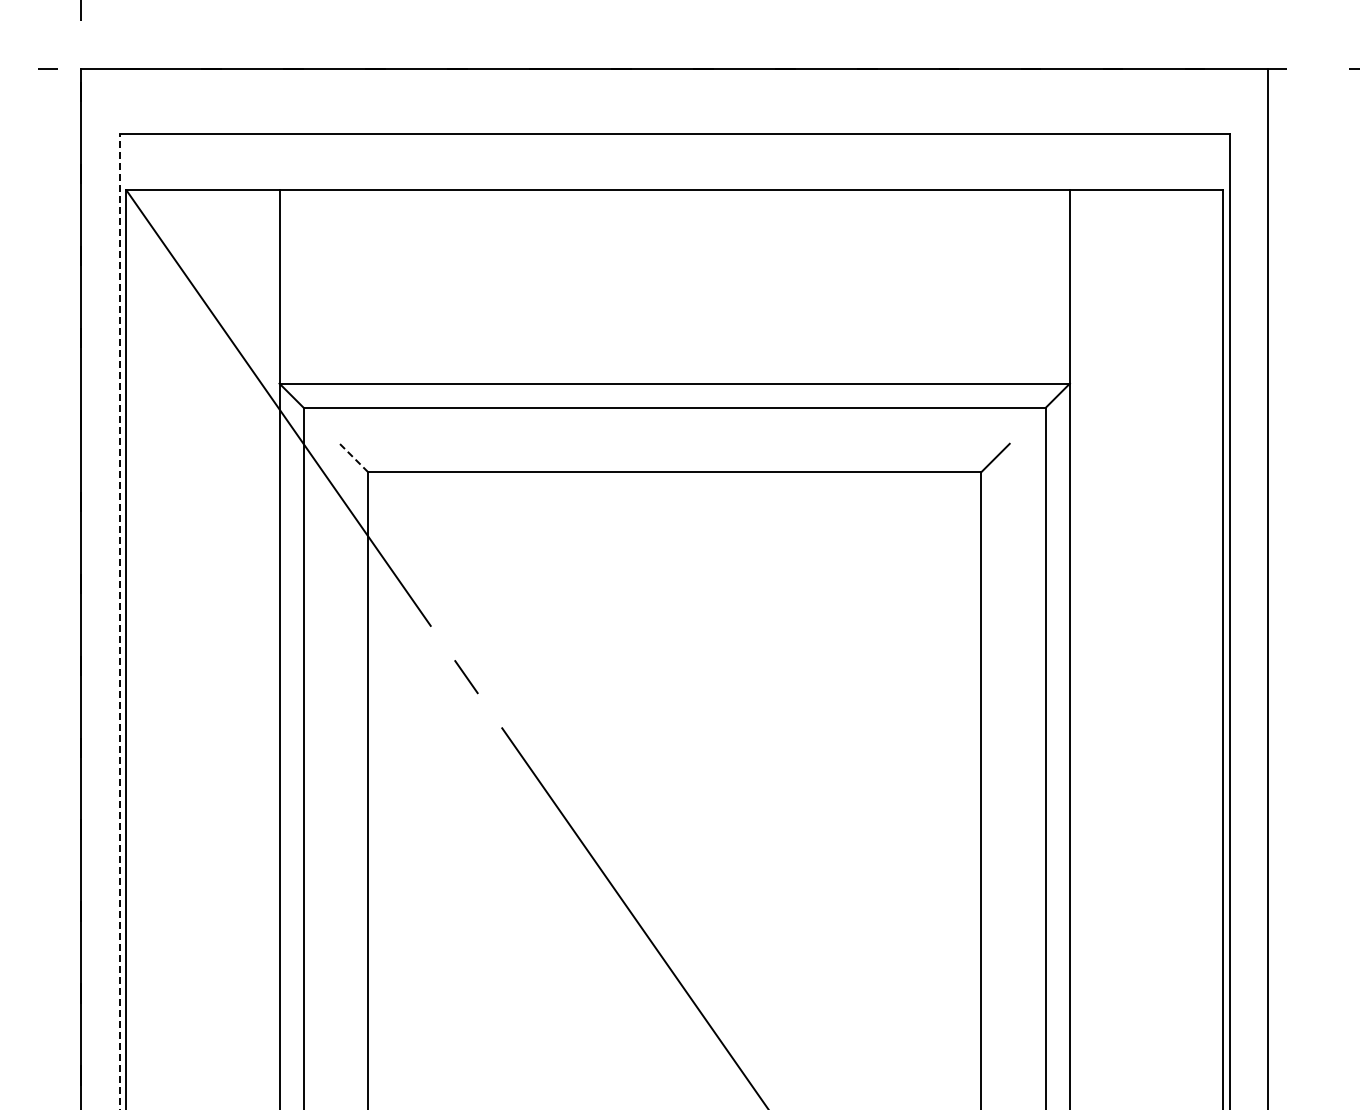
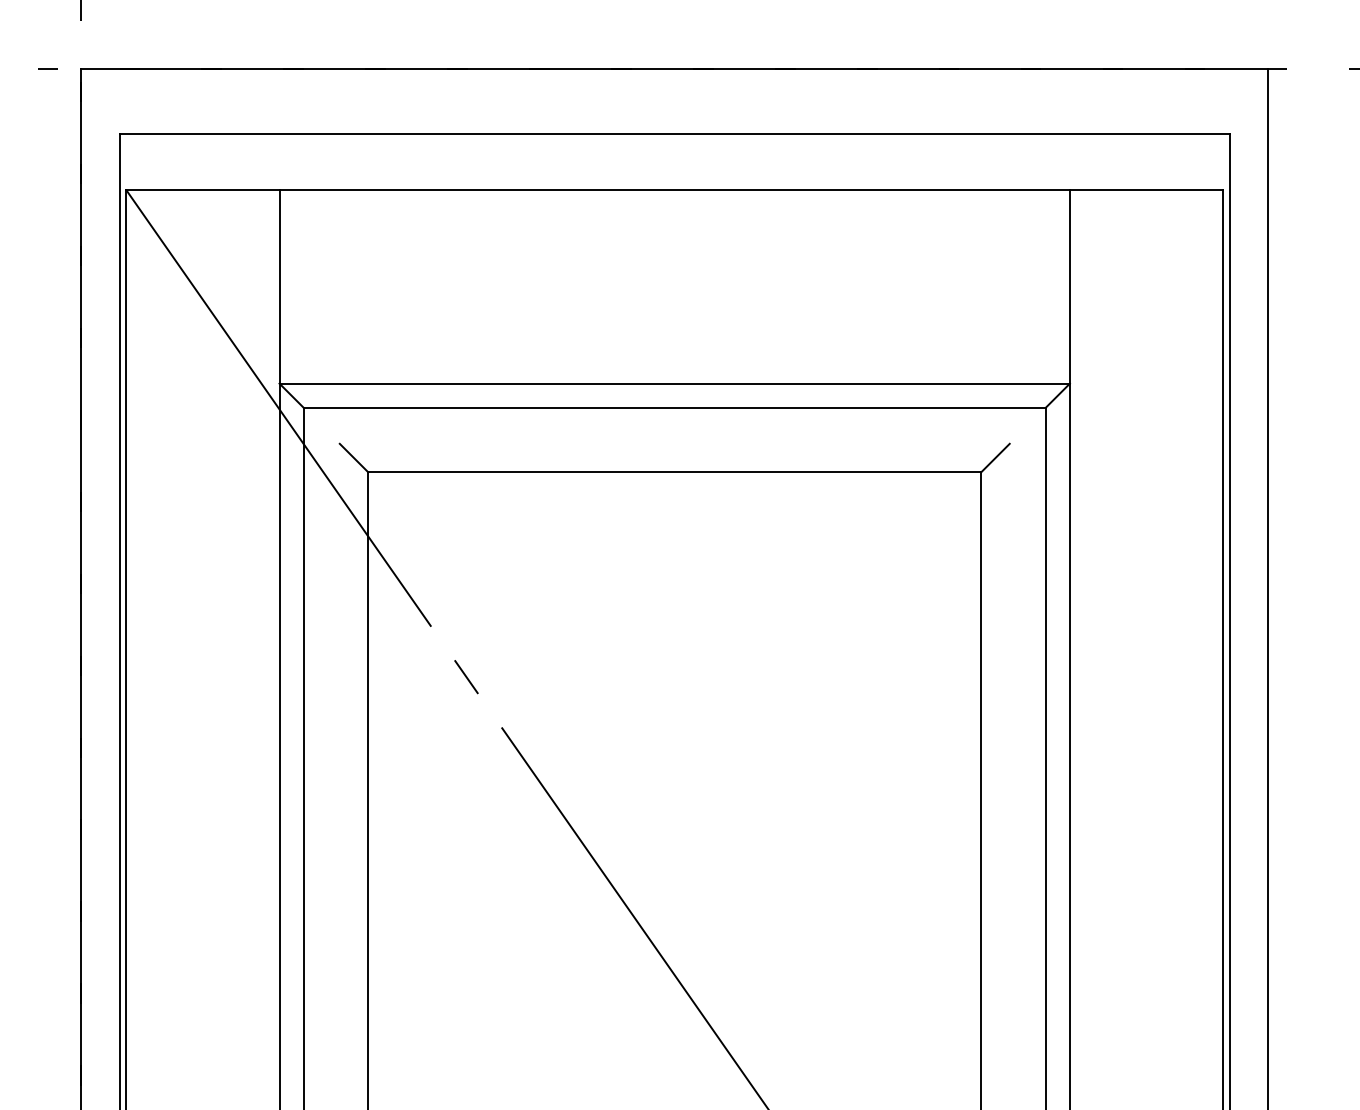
line at (353, 457): dashed -> solid
line at (119, 621): dashed -> solid
